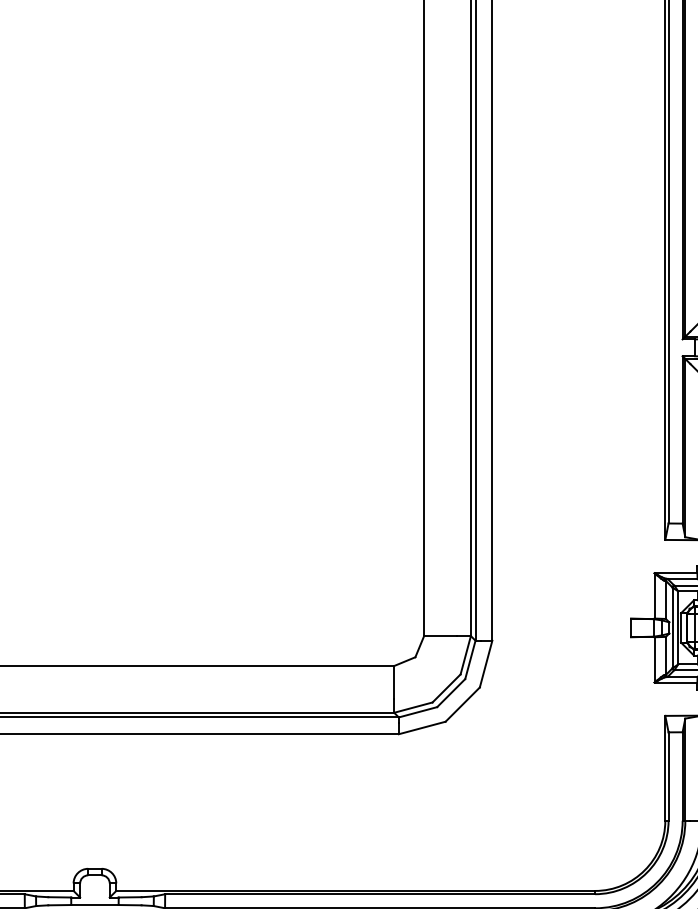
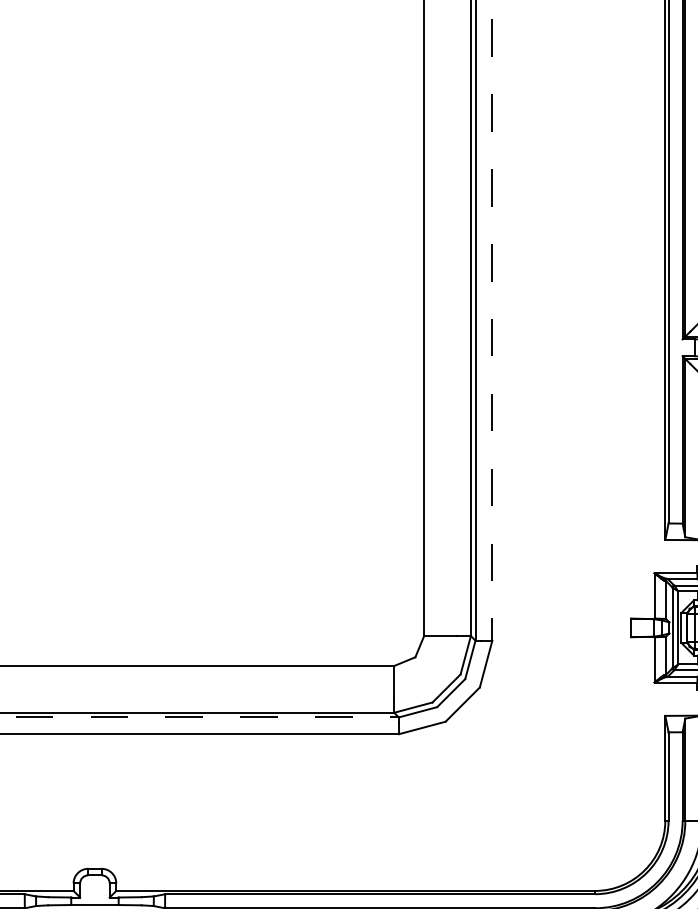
line at (492, 320): solid -> dashed
line at (199, 717): solid -> dashed
